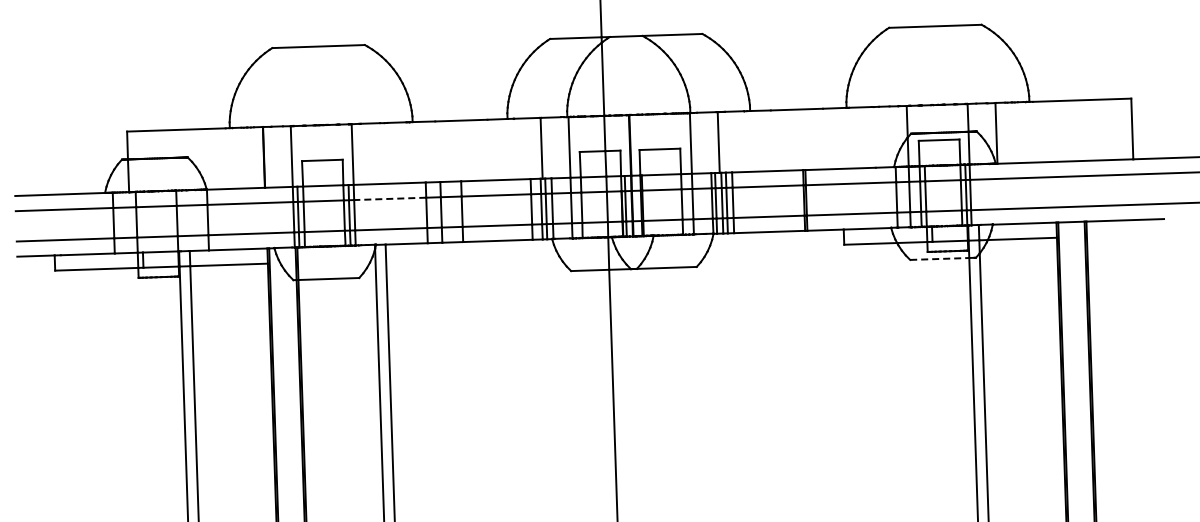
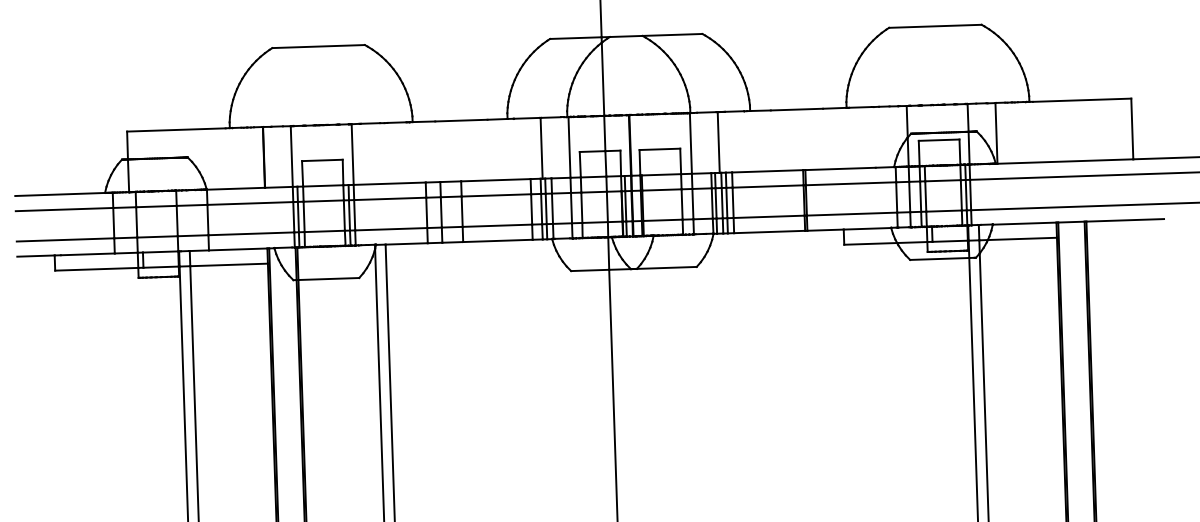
line at (389, 198): dashed -> solid
line at (939, 258): dashed -> solid
